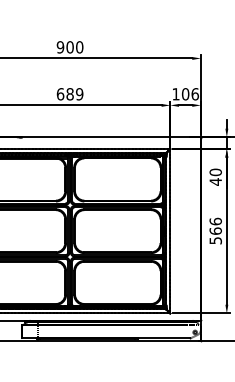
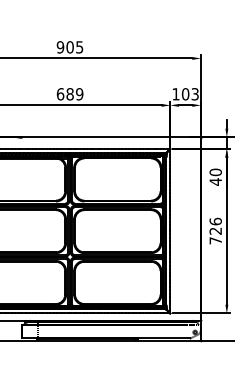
text at (79, 47): 900 -> 905
text at (195, 94): 106 -> 103
text at (215, 235): 566 -> 726
